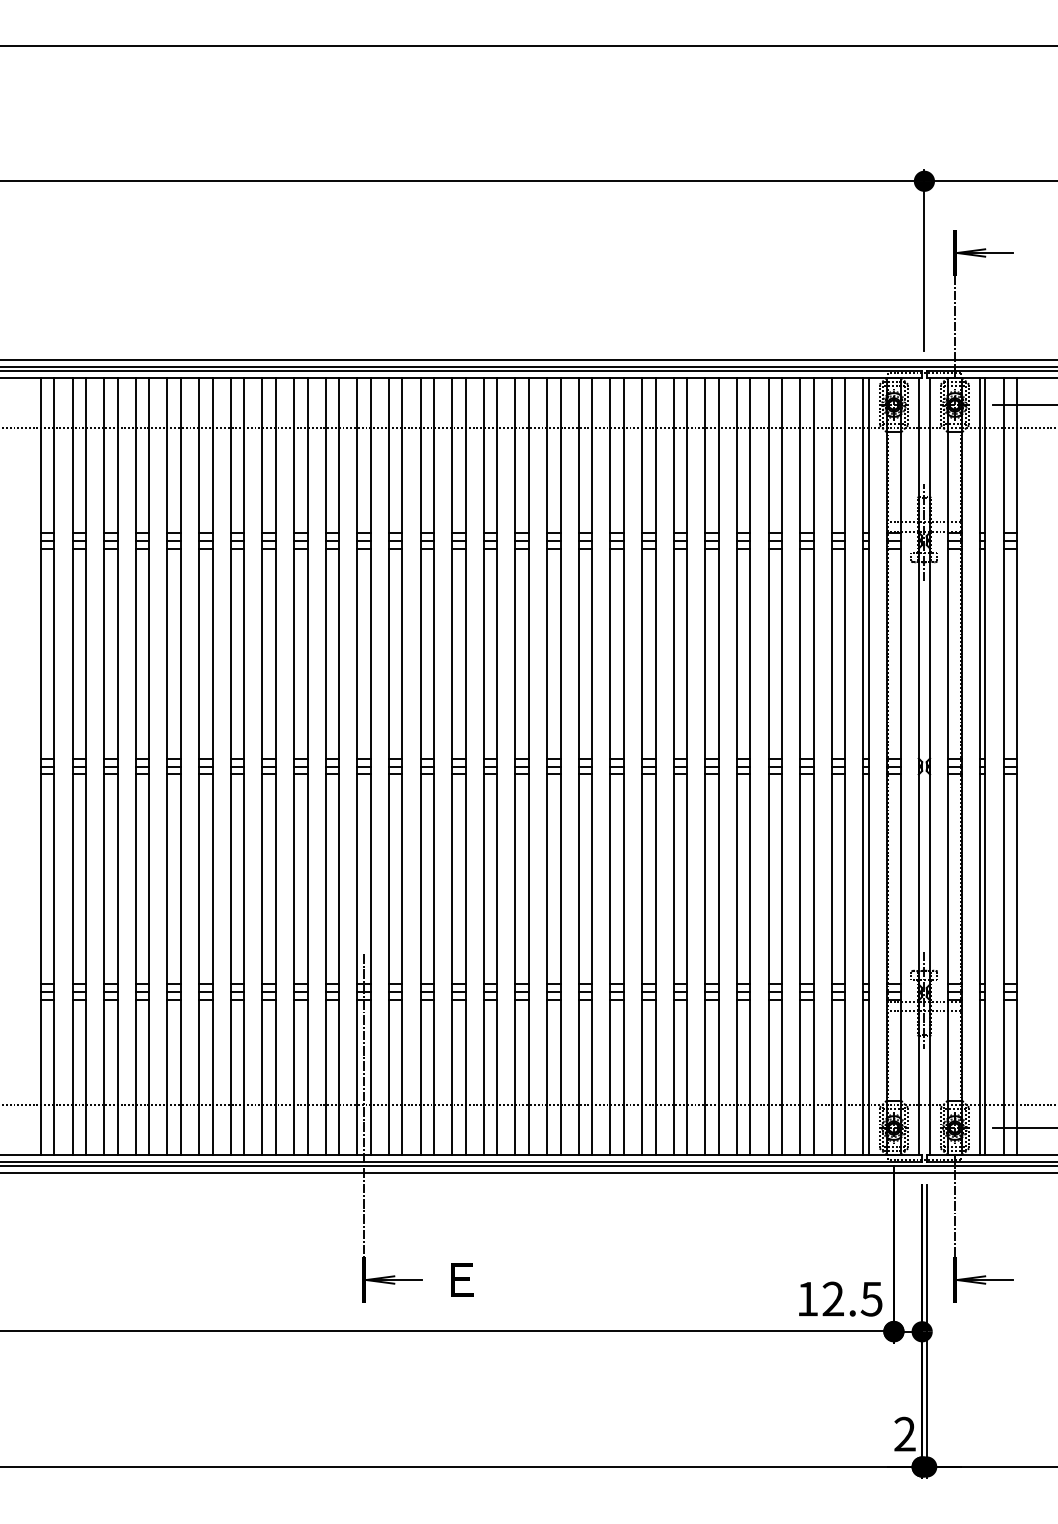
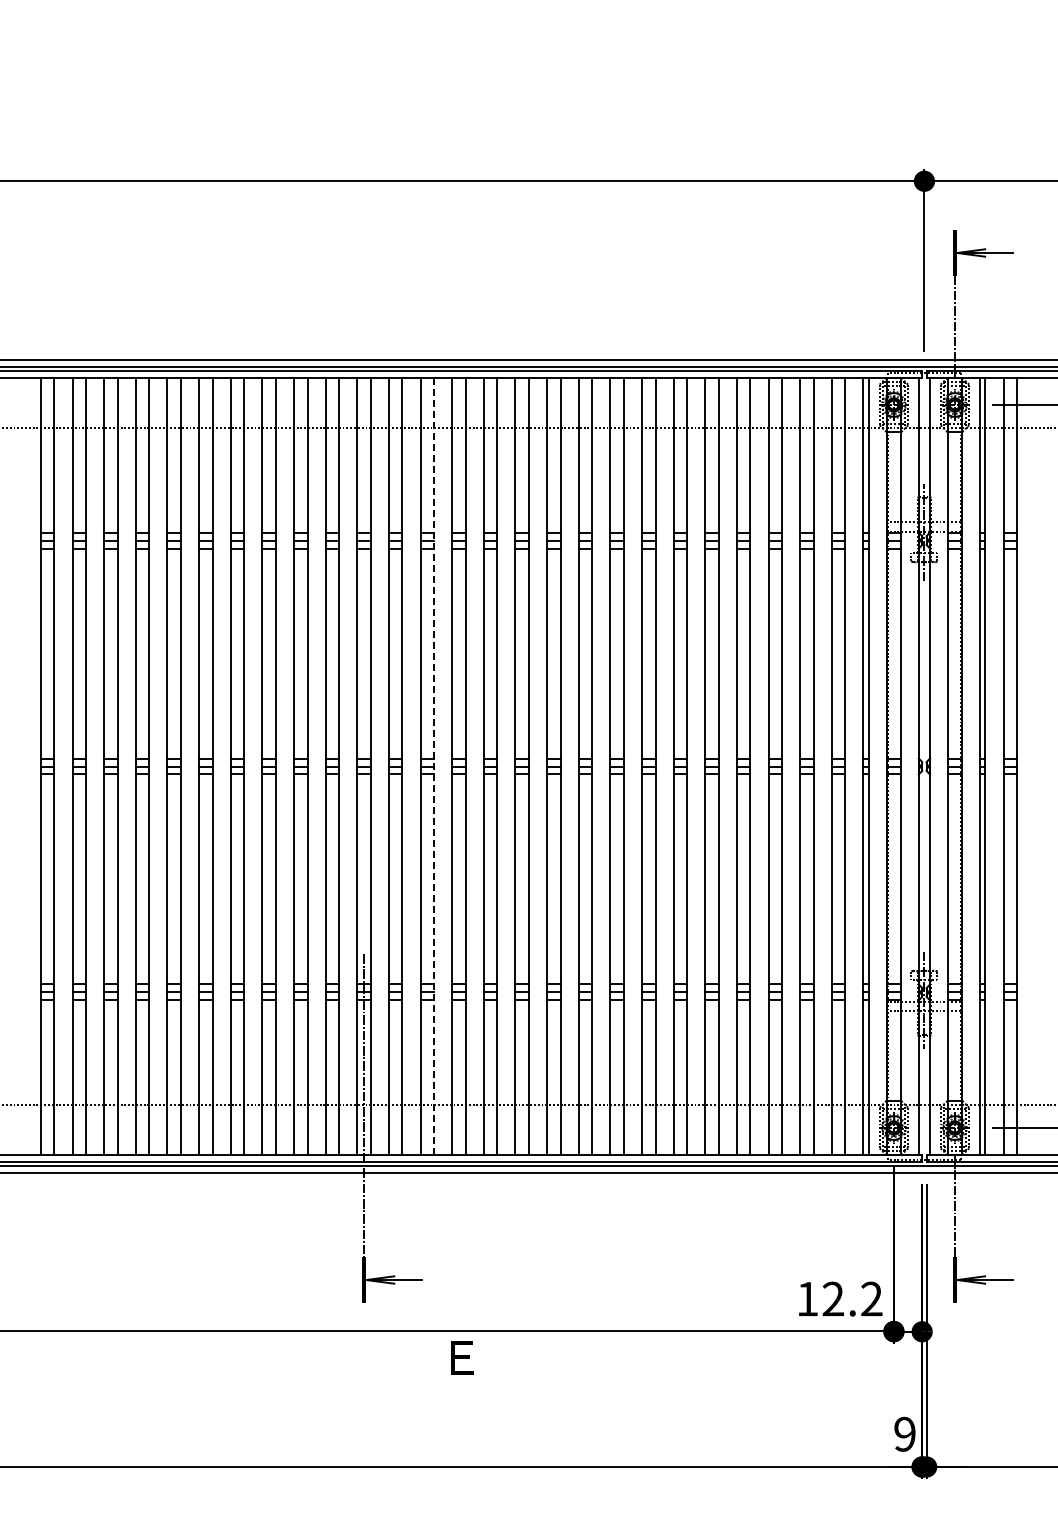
line at (528, 45): present -> none
line at (434, 766): solid -> dashed
text at (462, 1279) position: (462, 1279) -> (462, 1357)
text at (871, 1298): 12.5 -> 12.2
text at (904, 1434): 2 -> 9
